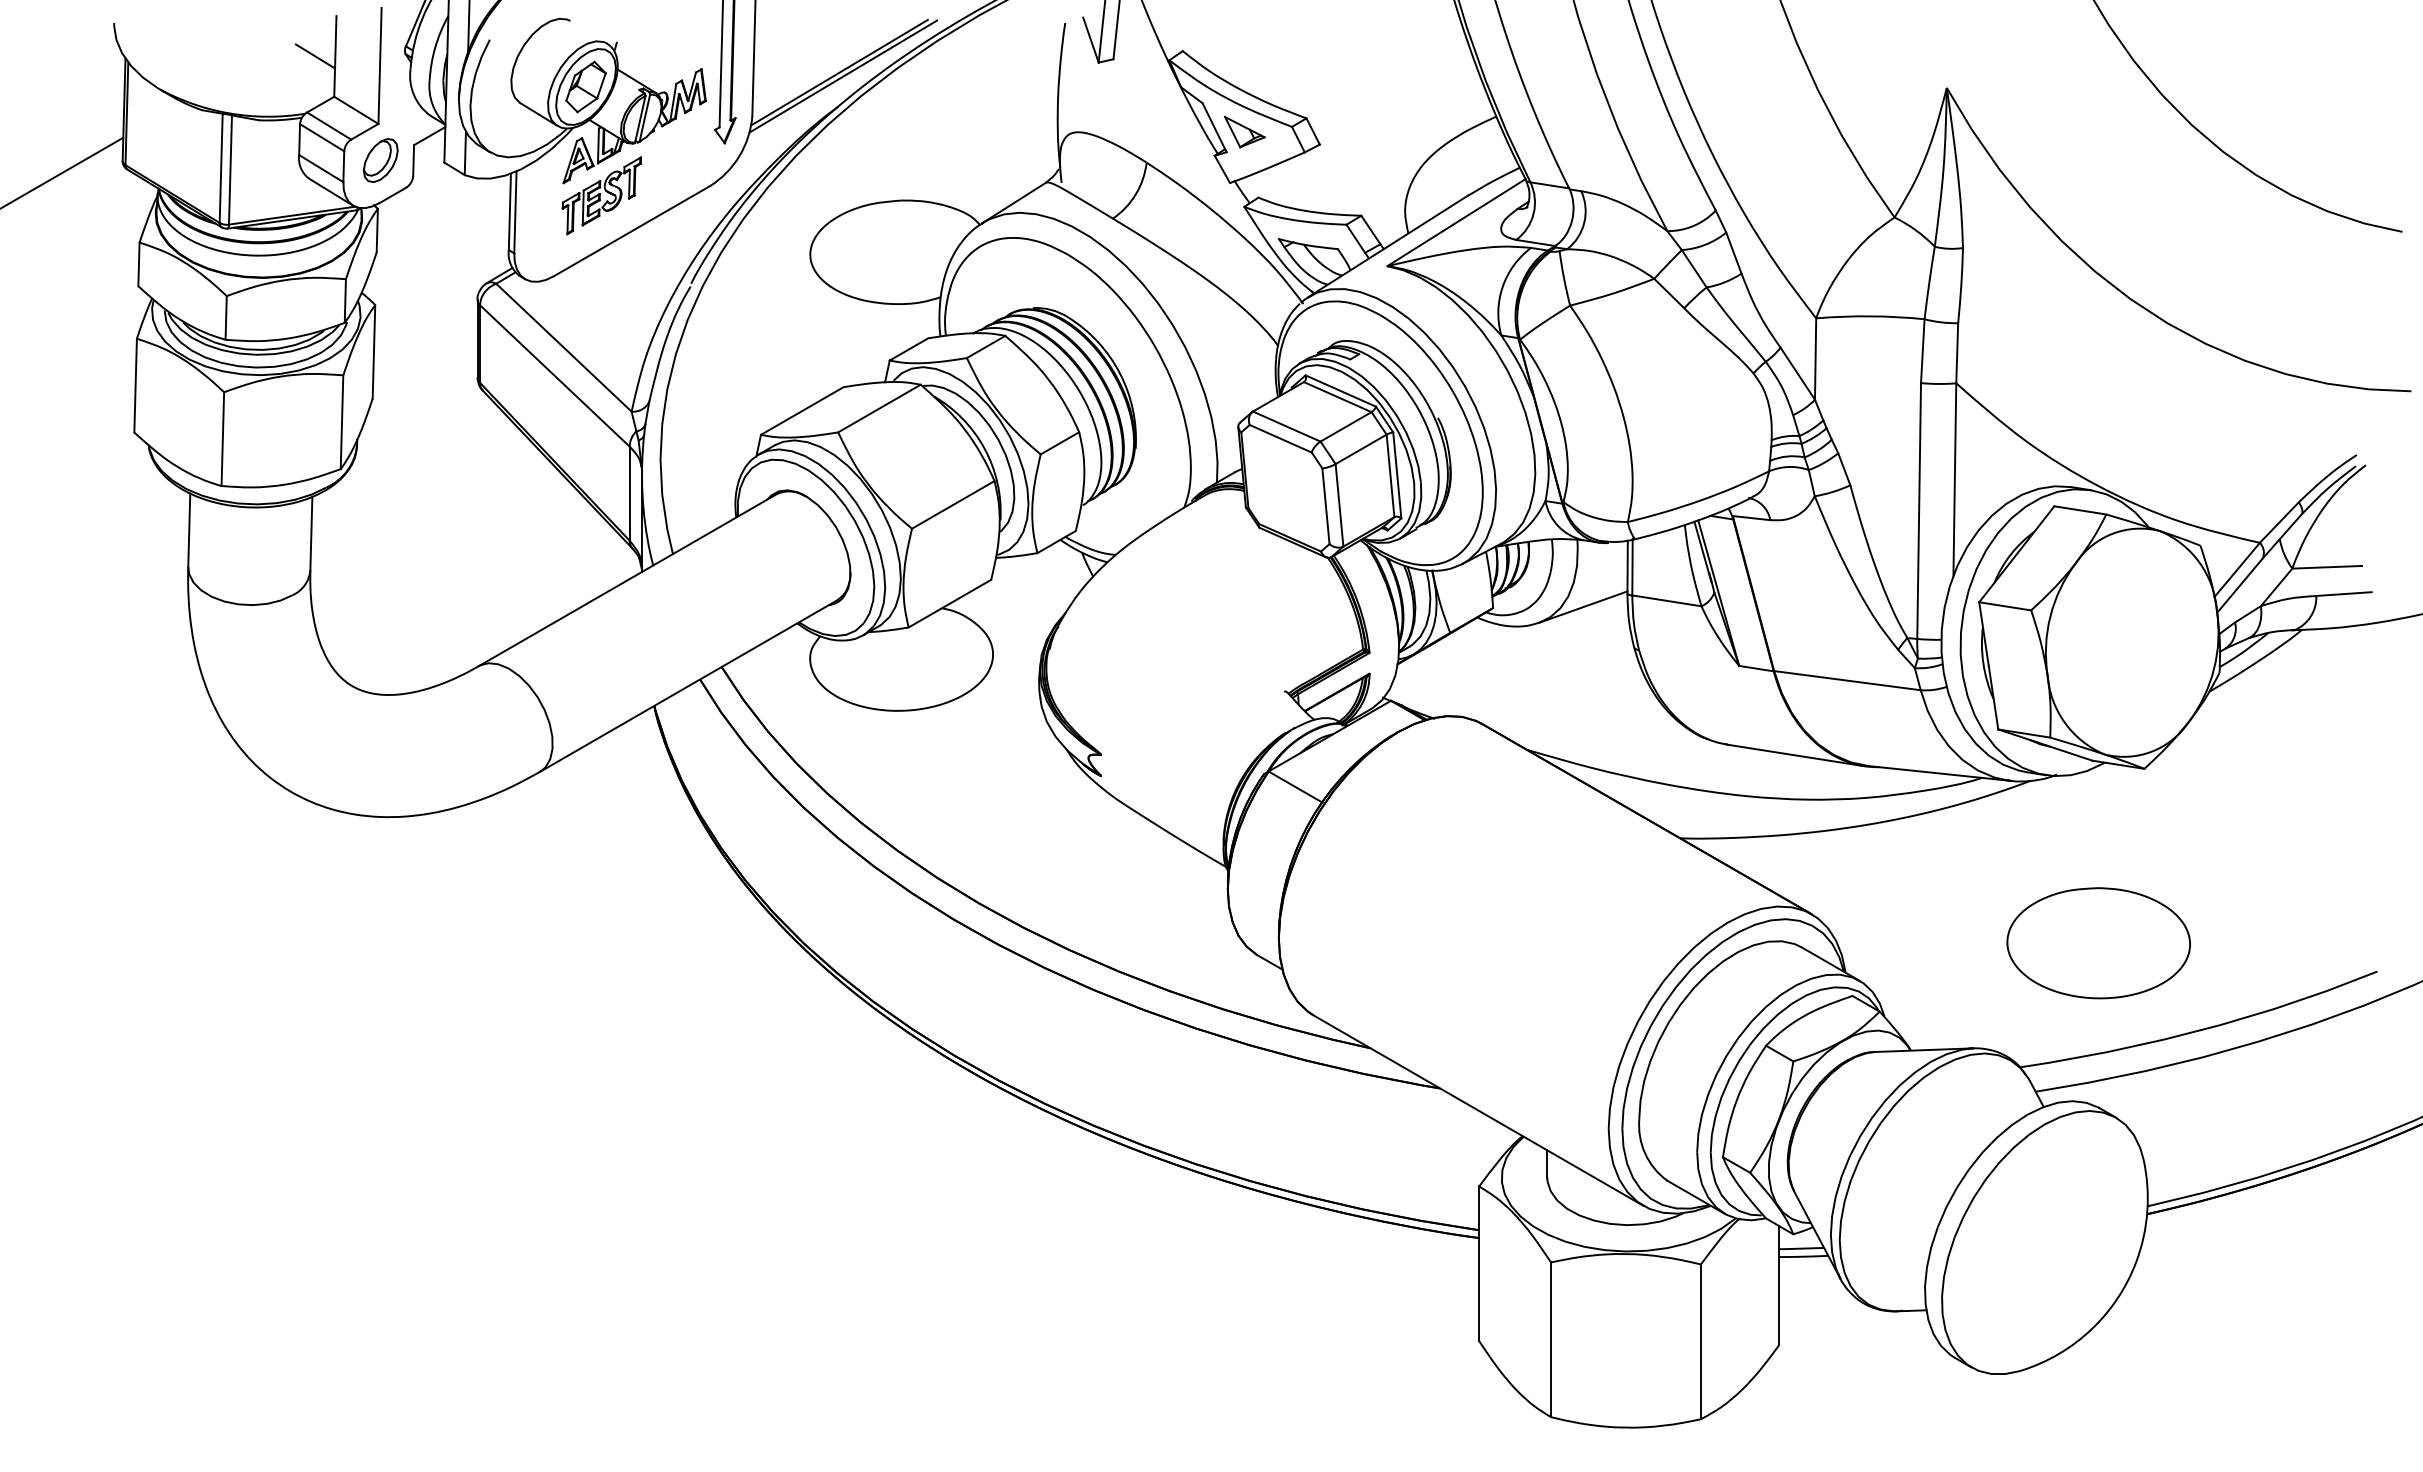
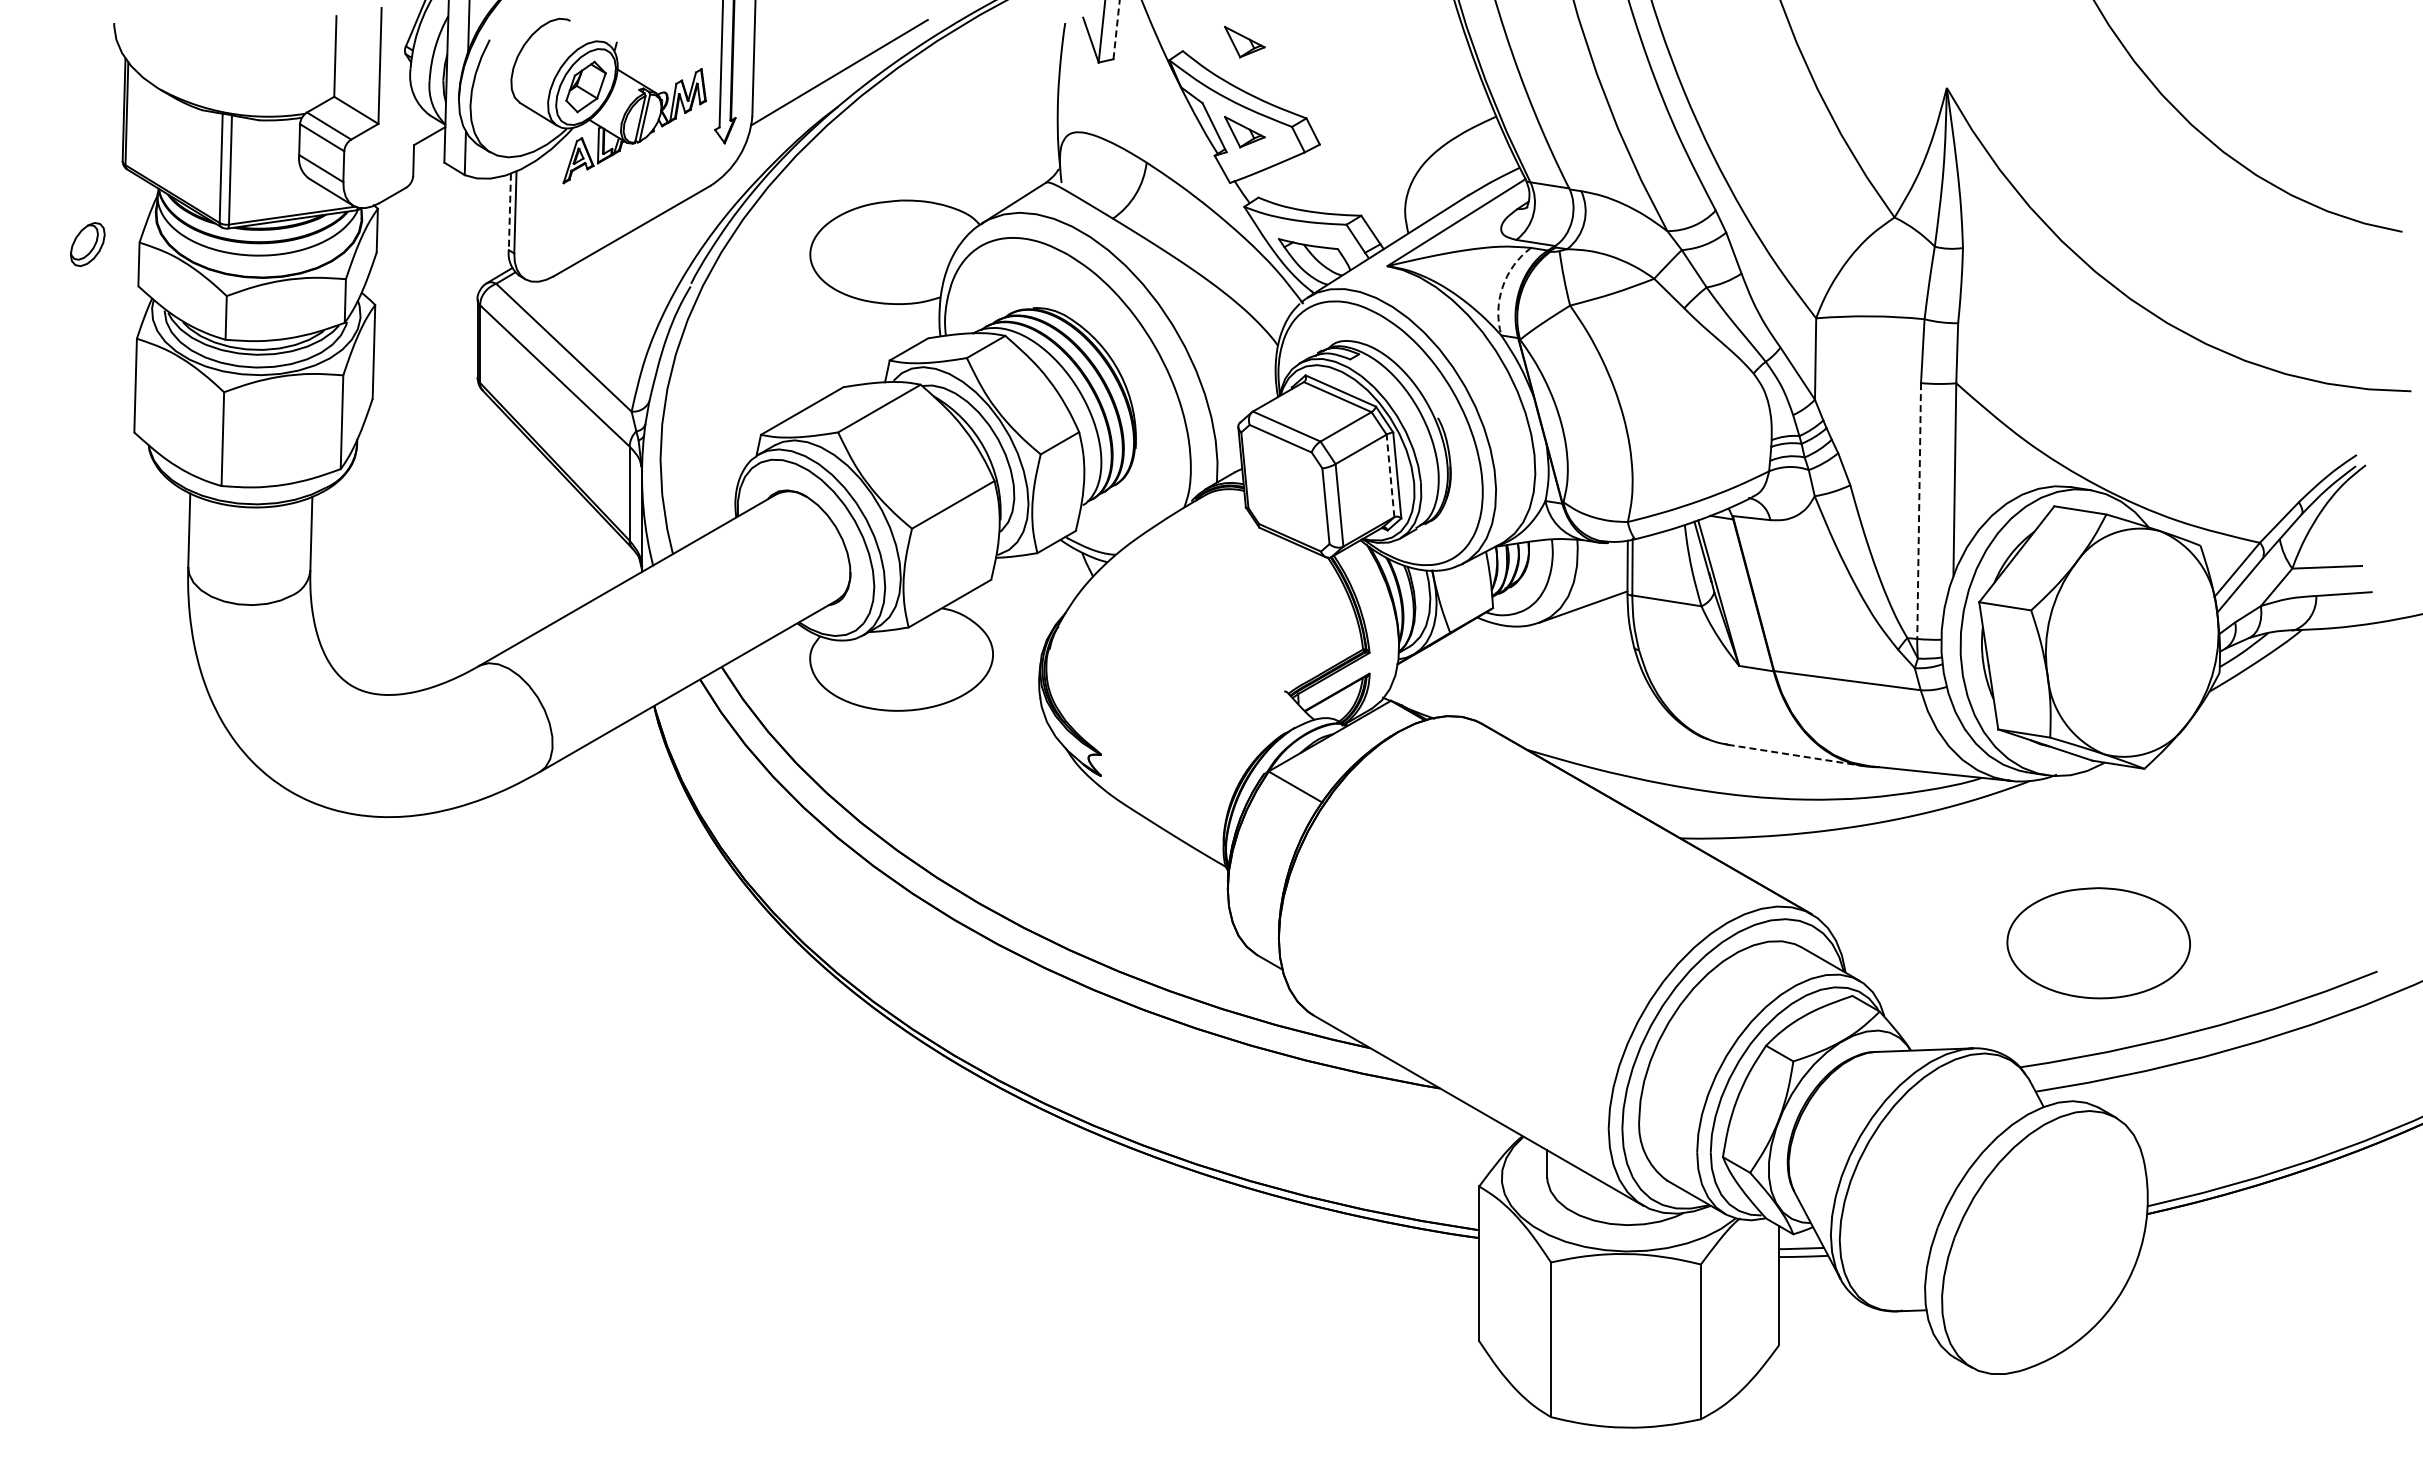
line at (1116, 29): solid -> dashed
part at (1244, 42): none -> present
line at (315, 56): present -> none
line at (843, 76): present -> none
part at (380, 160) position: (380, 160) -> (87, 244)
line at (62, 172): present -> none
part at (601, 195): present -> none
line at (509, 212): solid -> dashed
arc at (1502, 287): solid -> dashed
line at (1390, 475): solid -> dashed
line at (1919, 511): solid -> dashed
line at (1795, 755): solid -> dashed
